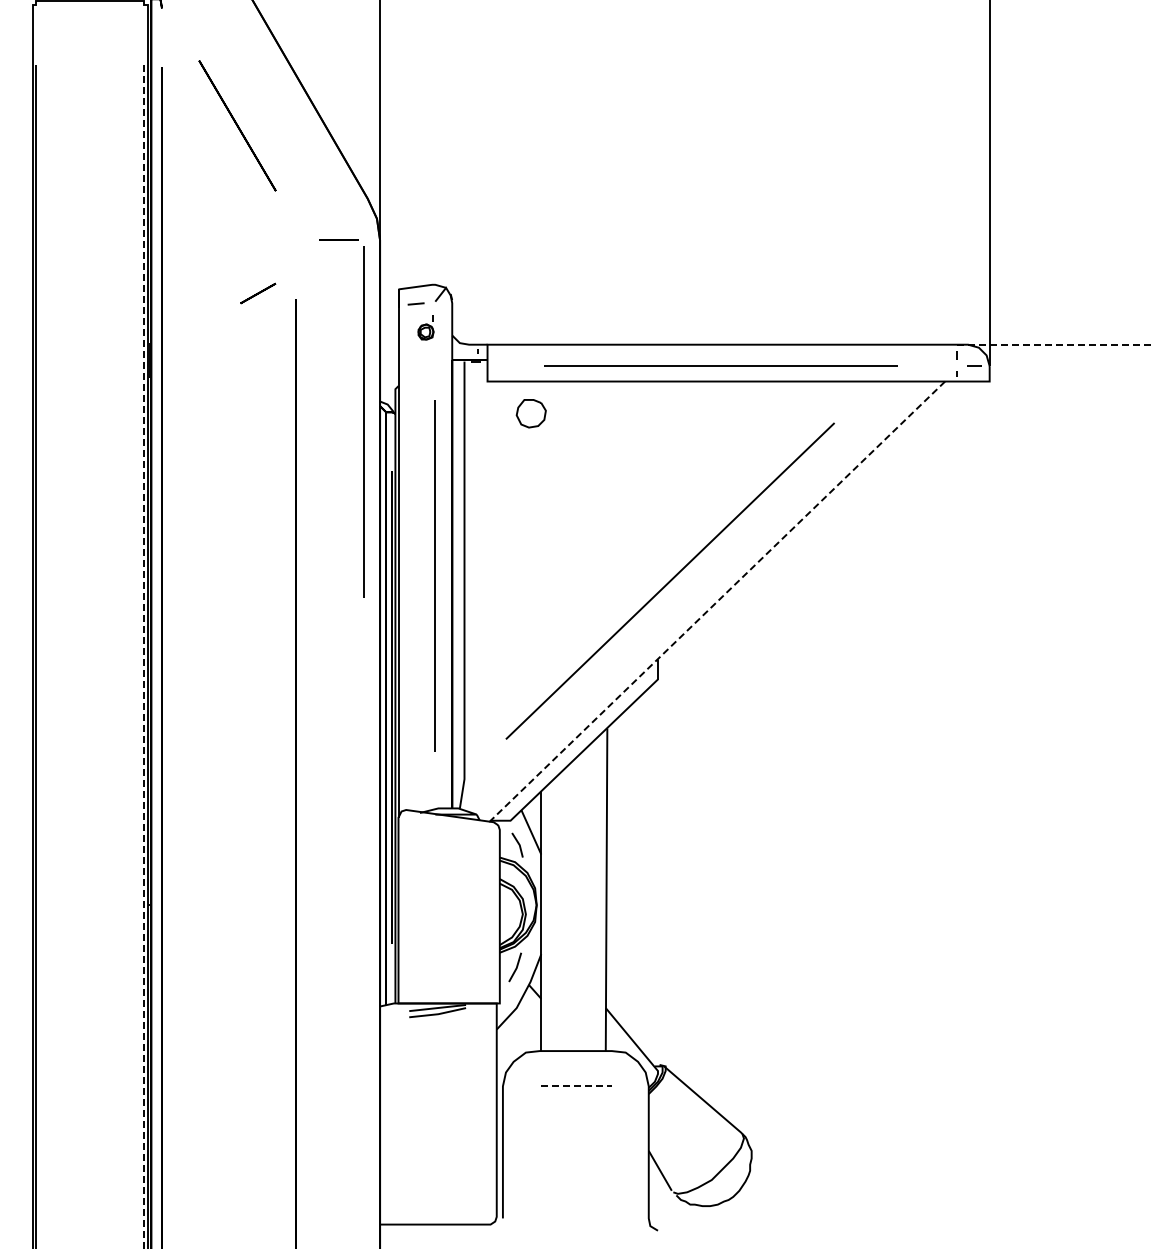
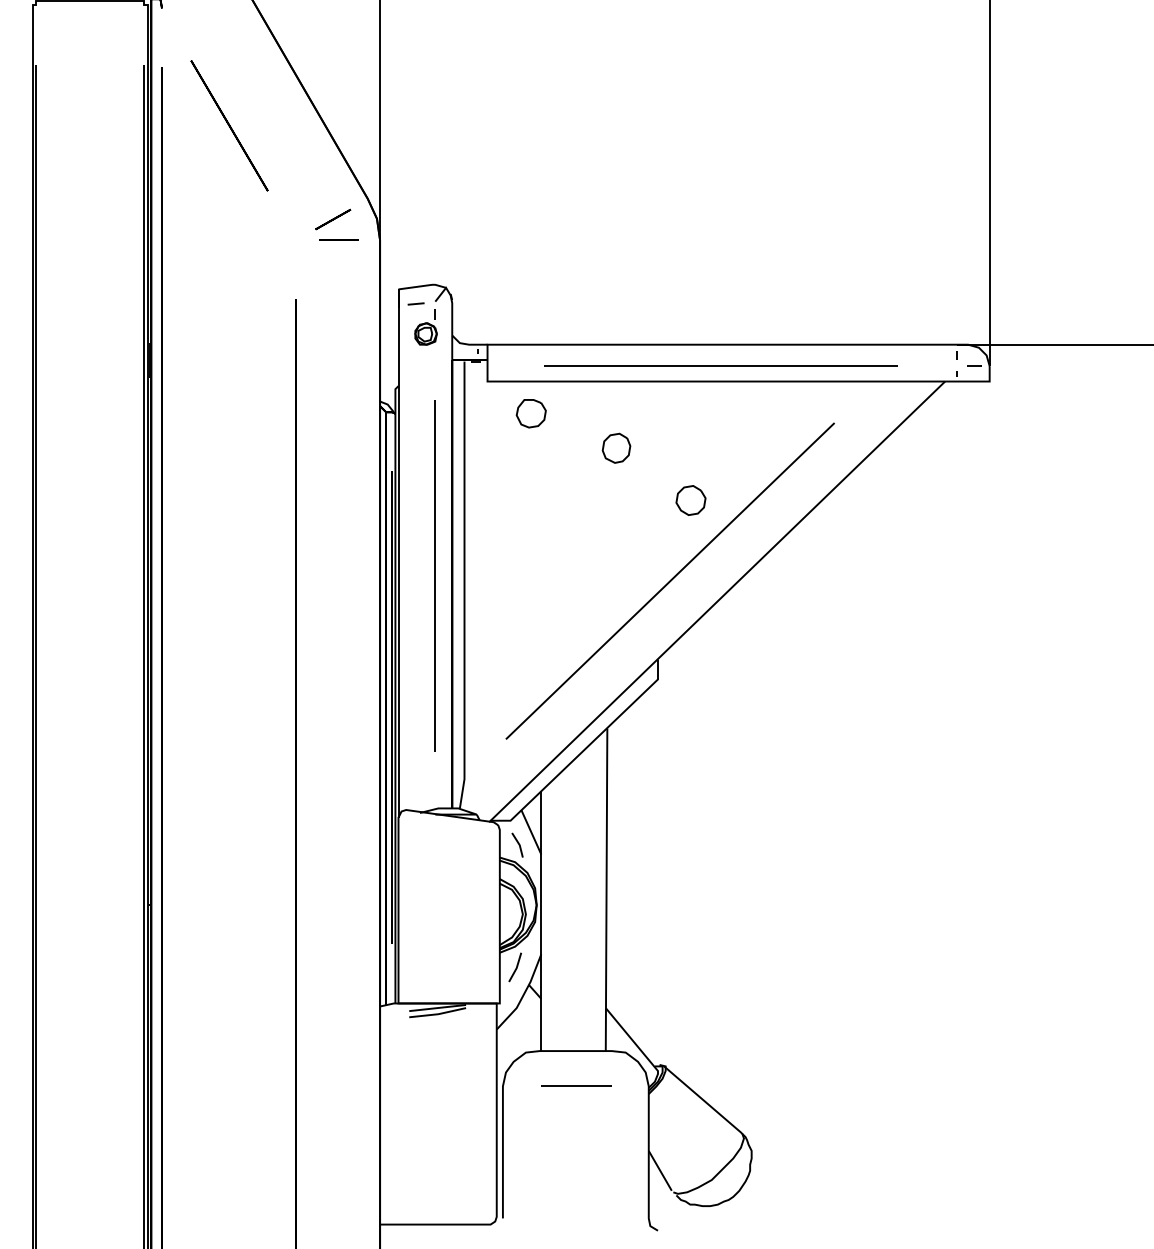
line at (237, 125) position: (237, 125) -> (229, 125)
line at (258, 293) position: (258, 293) -> (333, 219)
part at (425, 327) size: 18x26 px -> 24x37 px
line at (1055, 344): dashed -> solid
line at (363, 421): present -> none
part at (616, 447): none -> present
part at (690, 500): none -> present
line at (716, 602): dashed -> solid
line at (143, 657): dashed -> solid
line at (577, 1086): dashed -> solid
